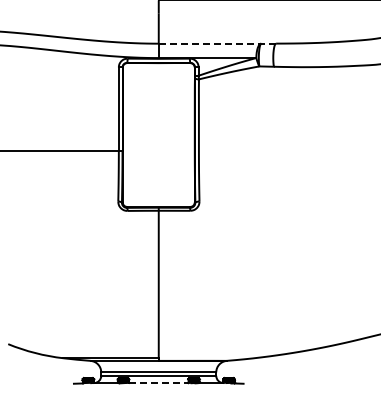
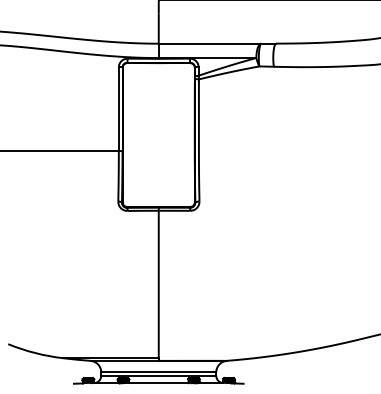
line at (217, 43): dashed -> solid
line at (158, 383): dashed -> solid
